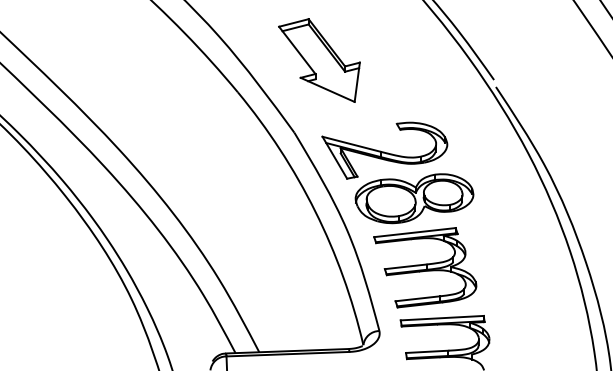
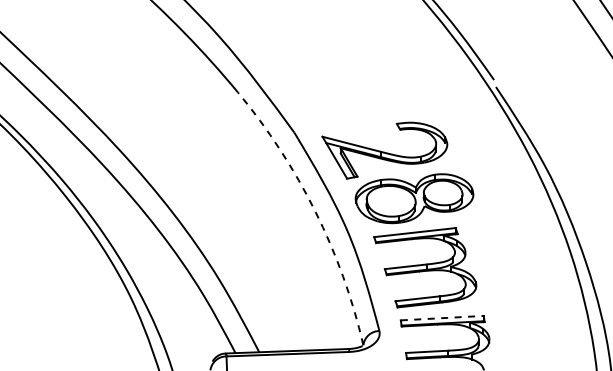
part at (319, 60): present -> none
arc at (315, 211): solid -> dashed
line at (442, 318): solid -> dashed
